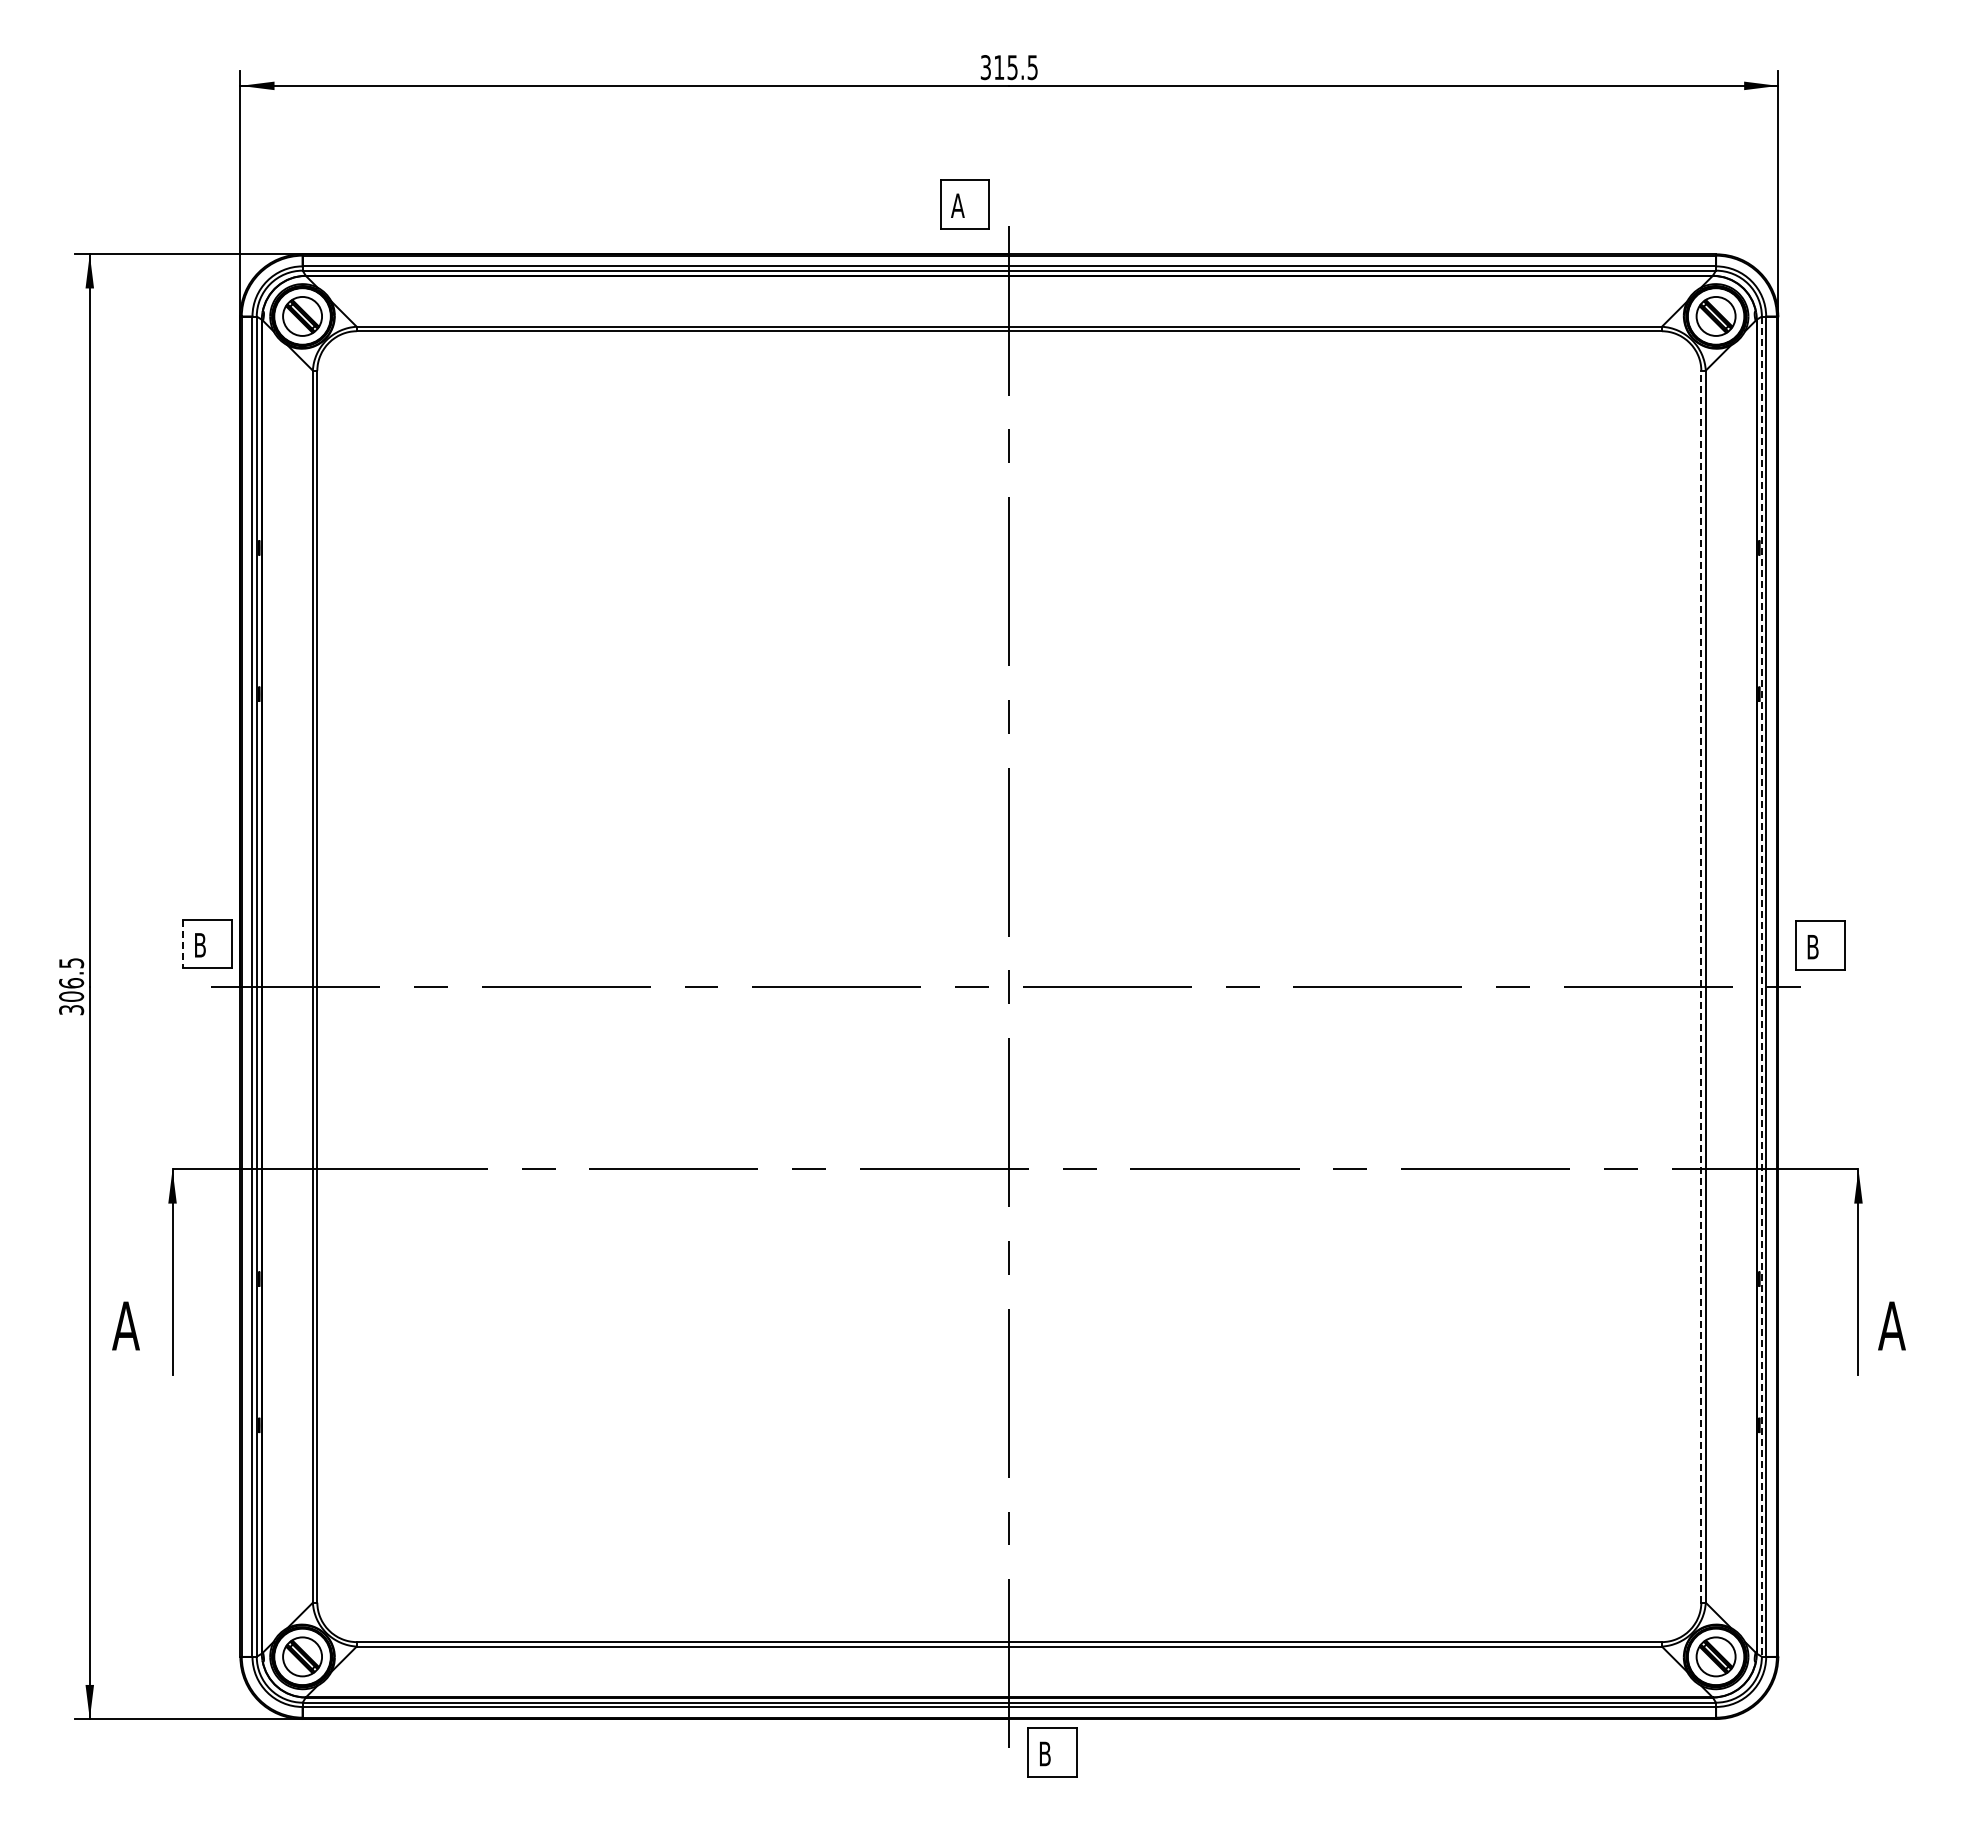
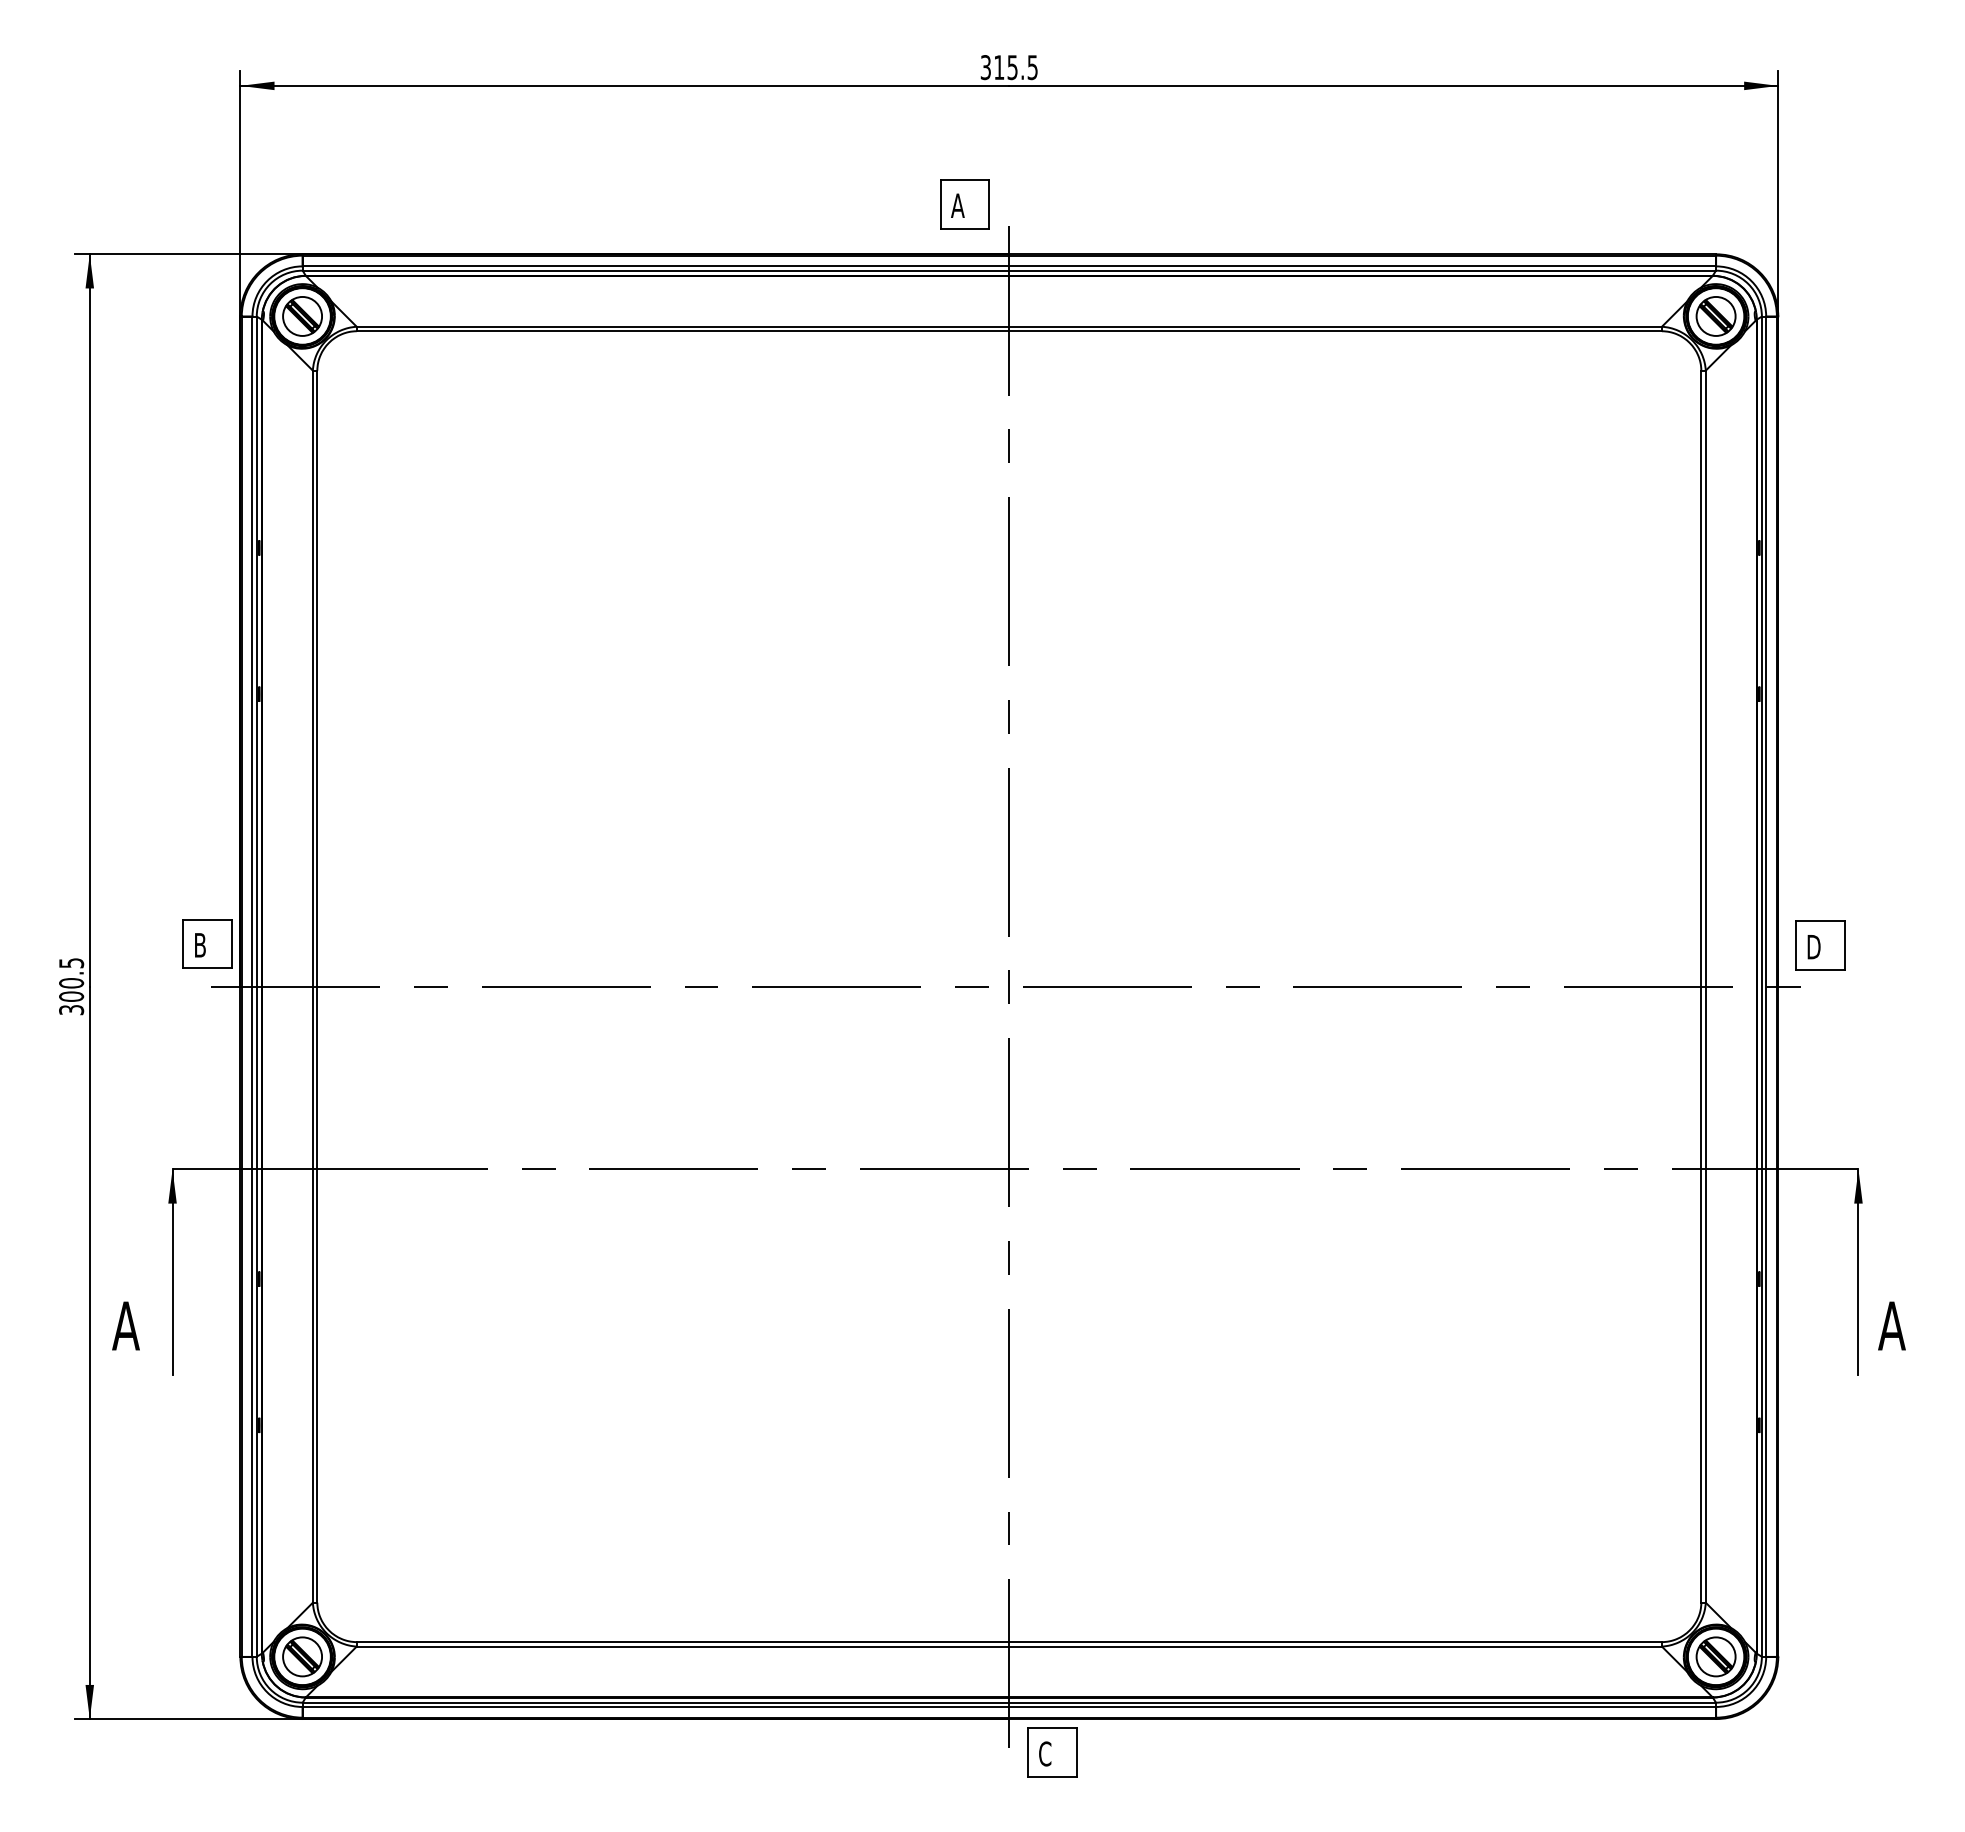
line at (183, 944): dashed -> solid
text at (1814, 947): B -> D
text at (71, 983): 306.5 -> 300.5
line at (1701, 986): dashed -> solid
line at (1761, 987): dashed -> solid
text at (1045, 1753): B -> C
